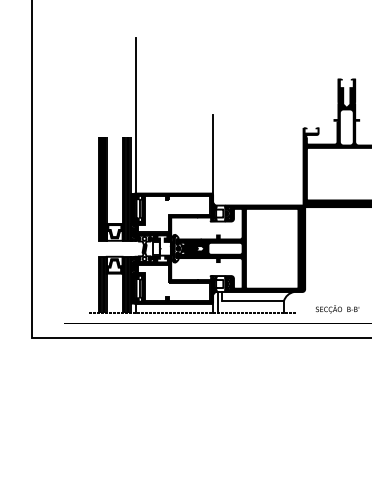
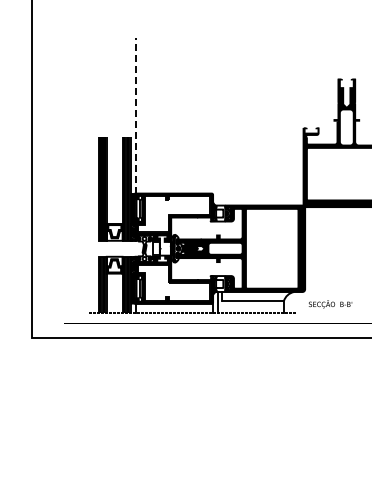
line at (135, 115): solid -> dashed
line at (213, 155): present -> none
text at (337, 309) position: (337, 309) -> (330, 304)
